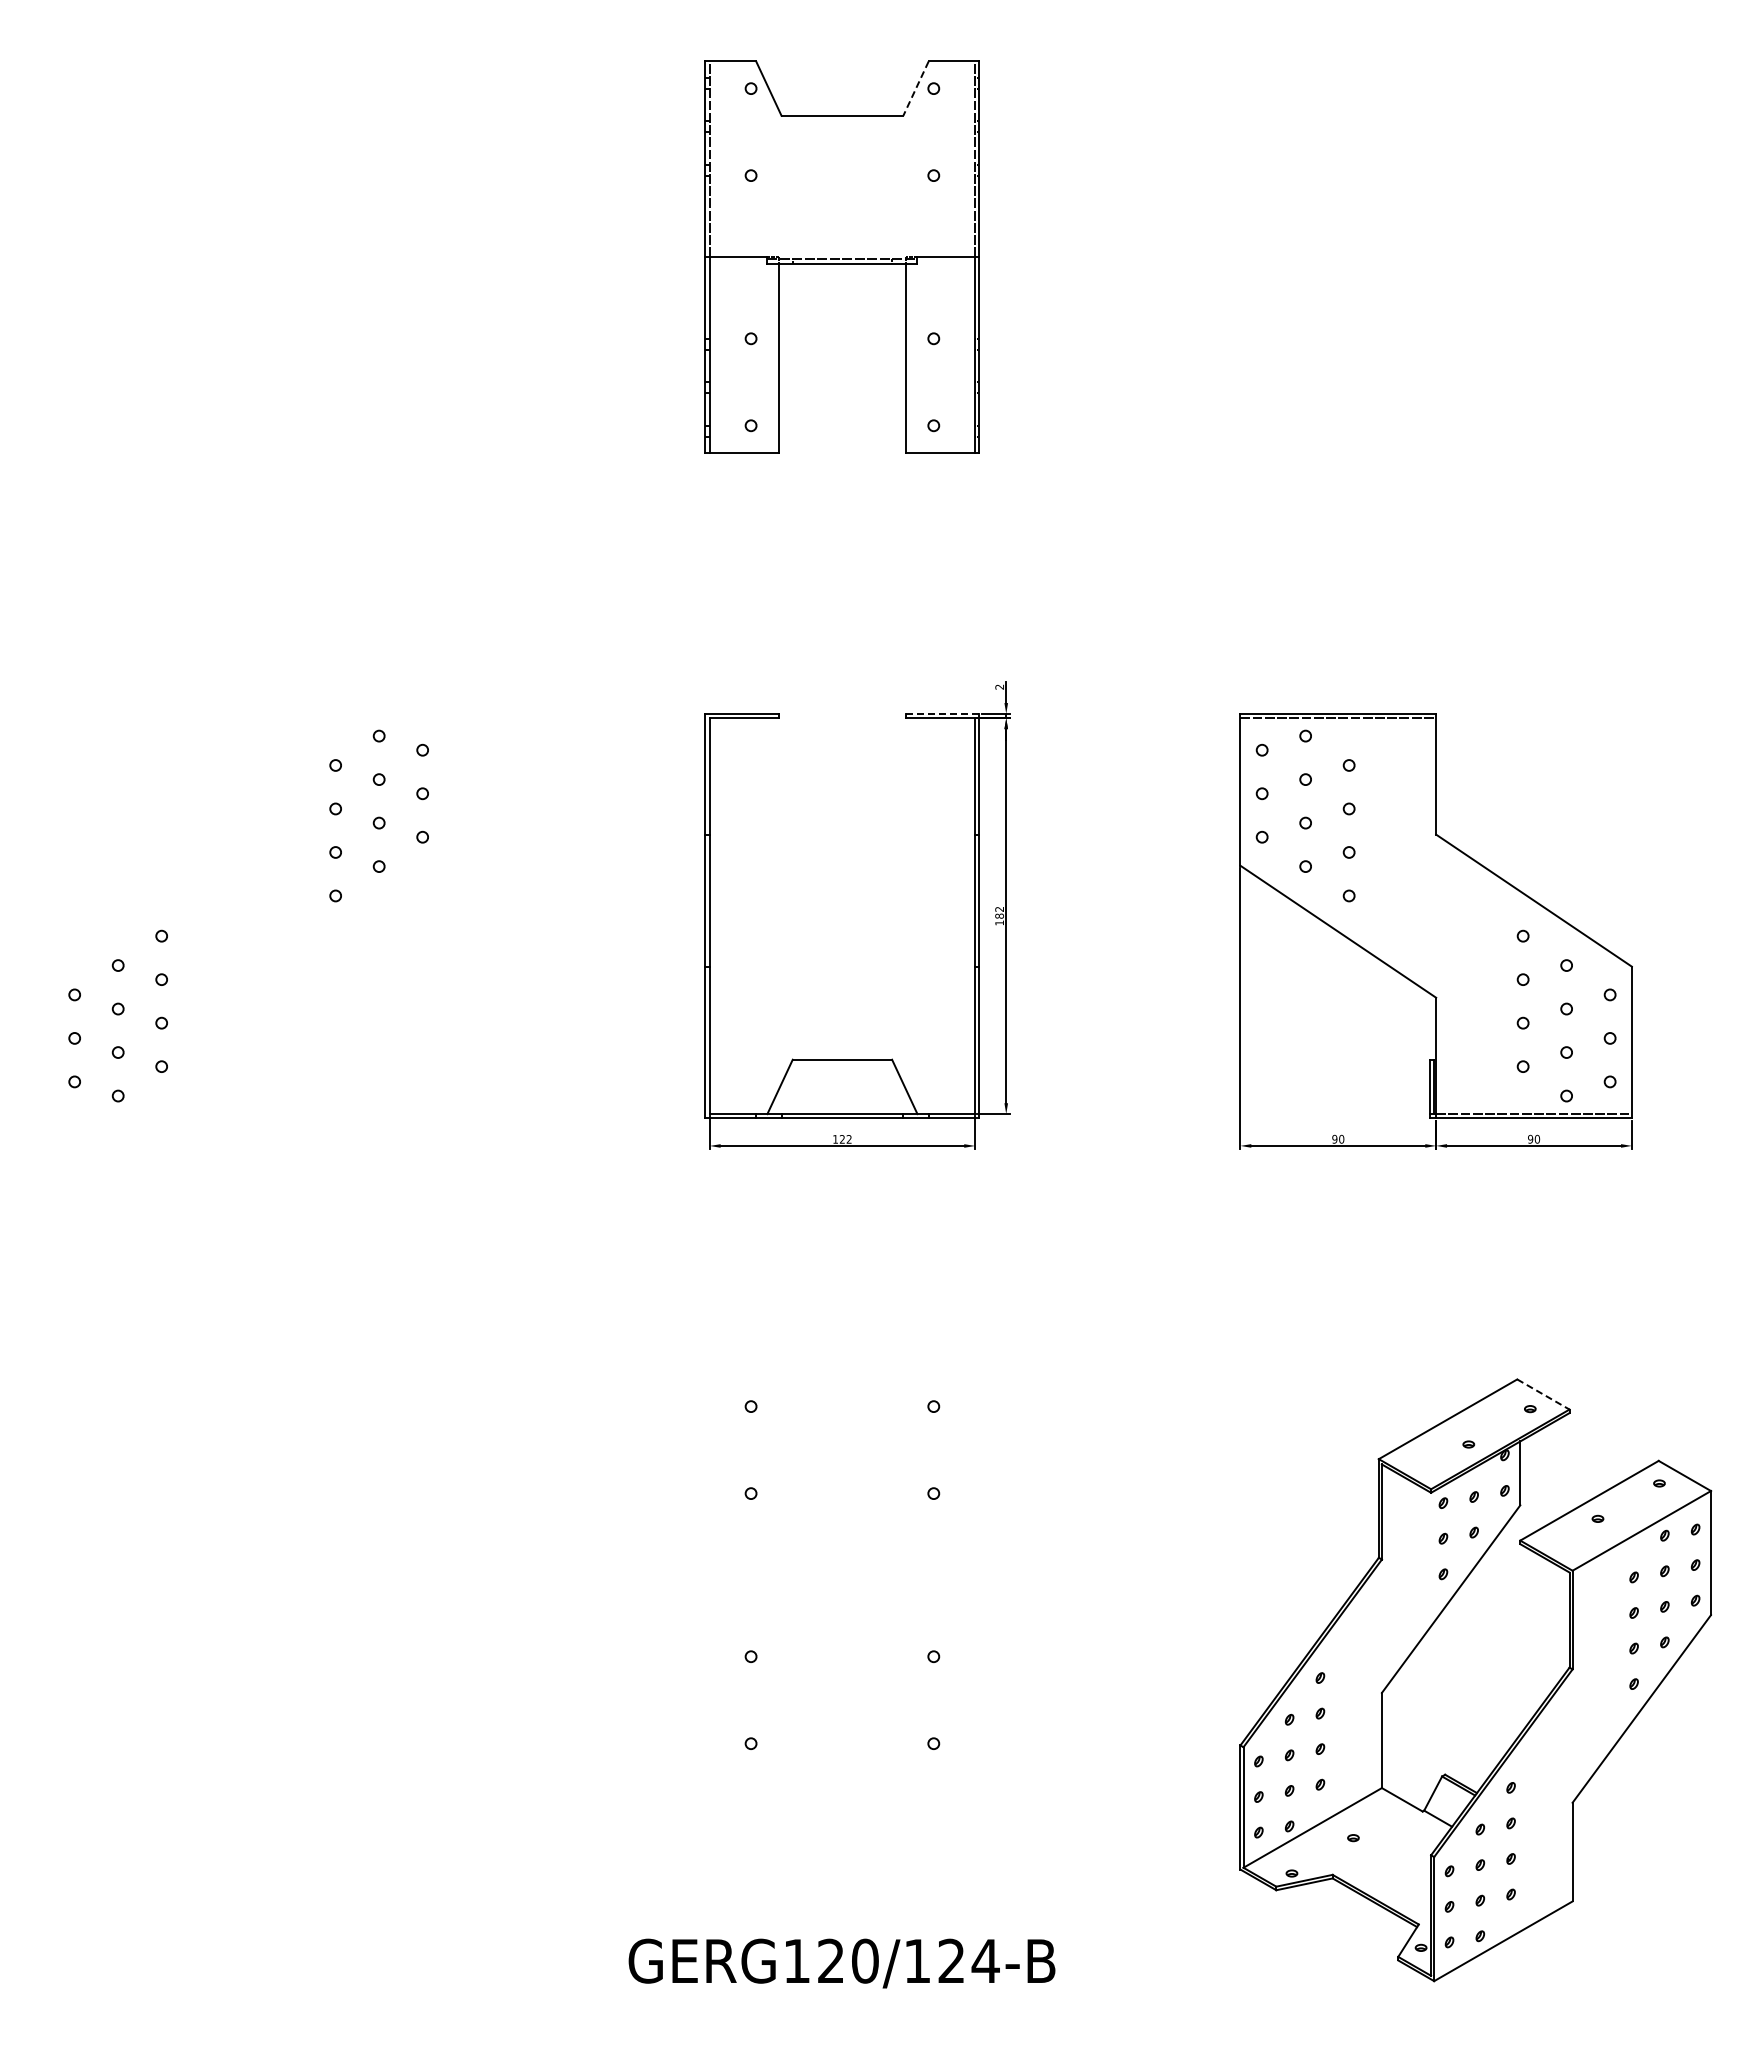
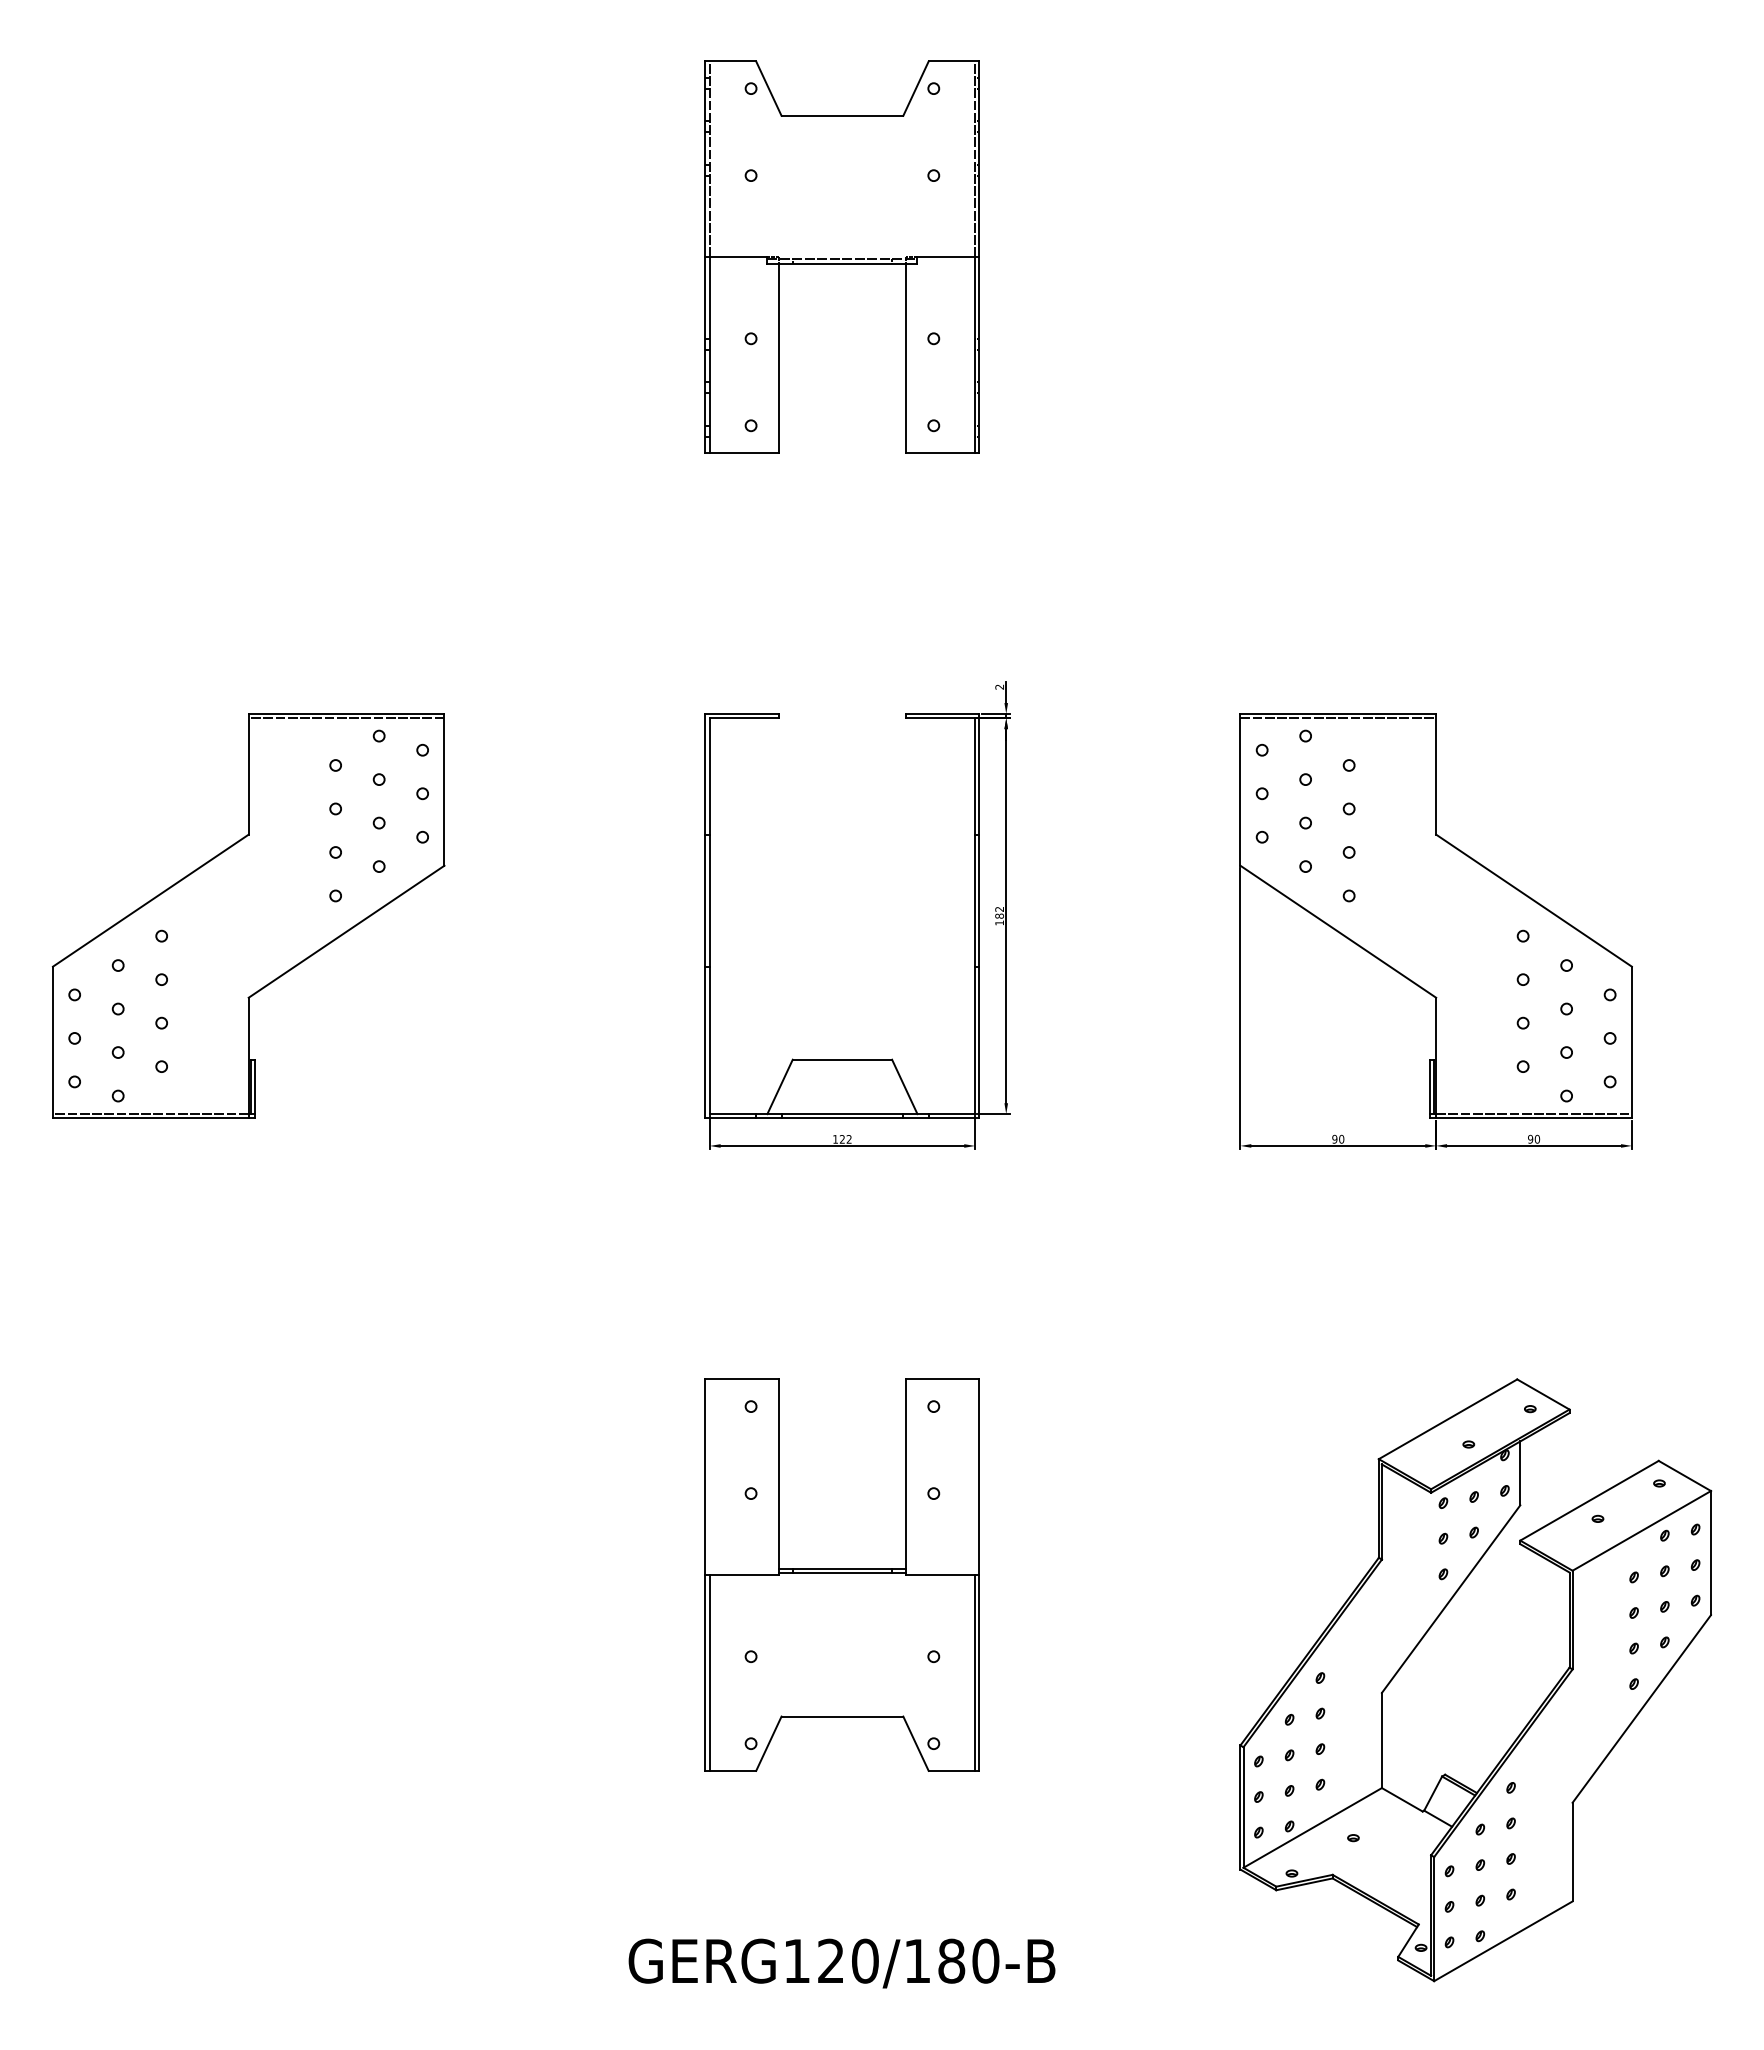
line at (916, 88): dashed -> solid
line at (942, 713): dashed -> solid
part at (248, 915): none -> present
line at (1543, 1394): dashed -> solid
part at (841, 1574): none -> present
text at (968, 1960): GERG120/124-B -> GERG120/180-B
